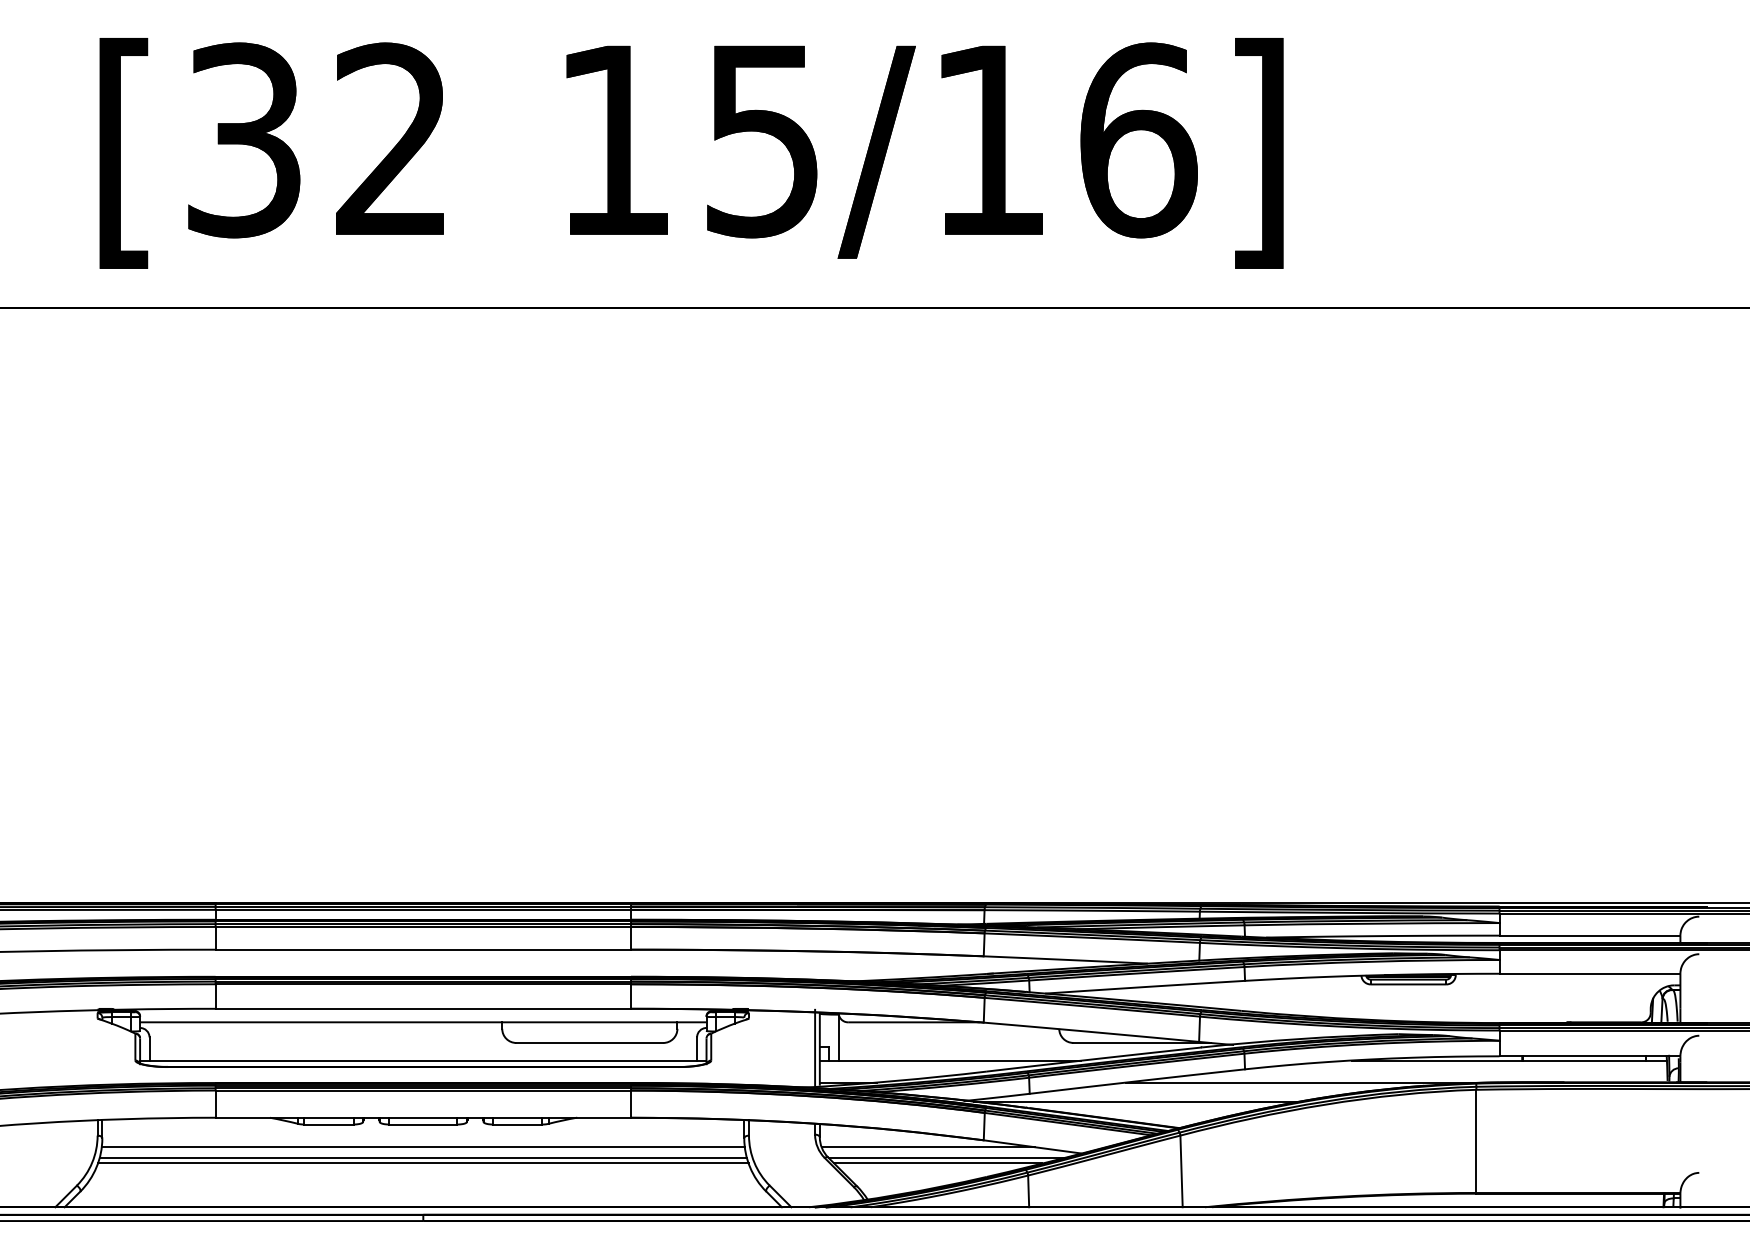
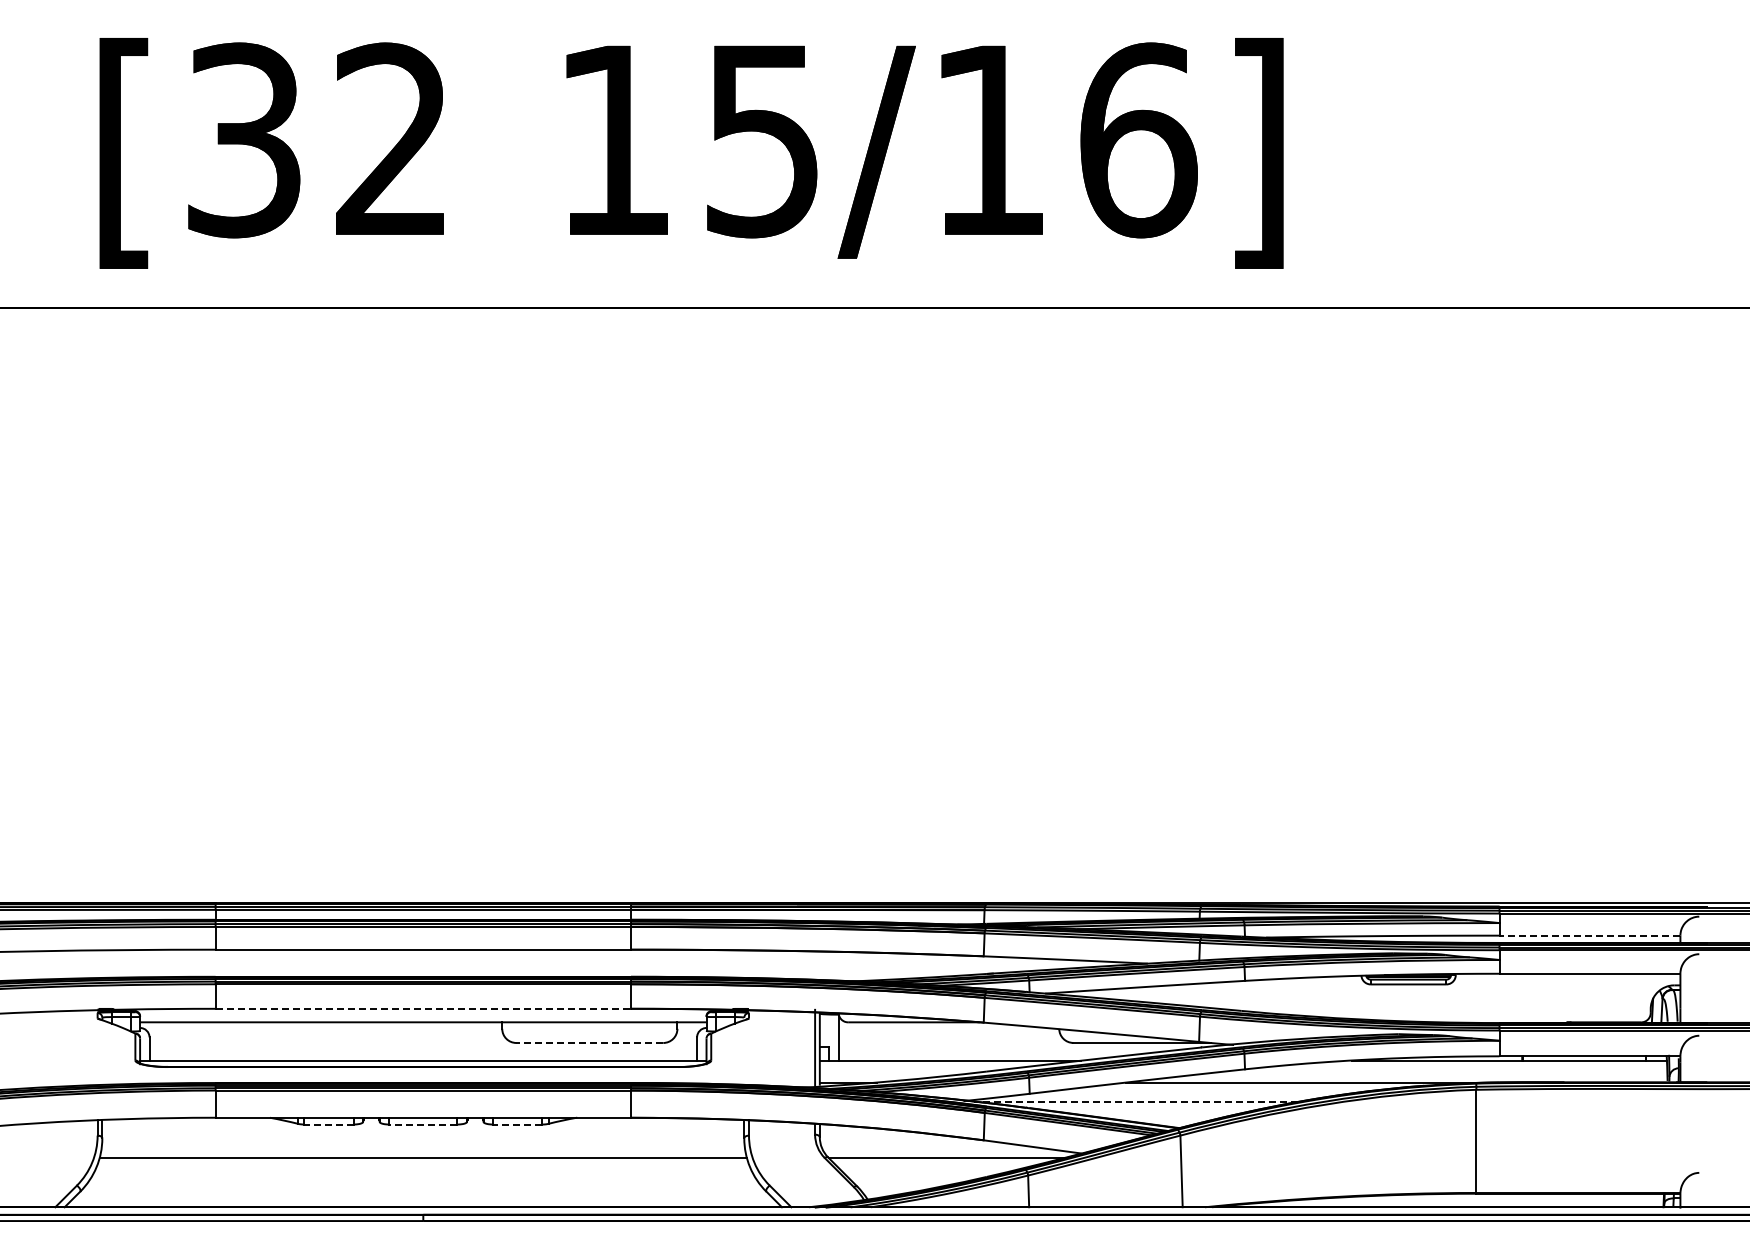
line at (1589, 935): solid -> dashed
line at (423, 1008): solid -> dashed
line at (589, 1042): solid -> dashed
line at (1136, 1101): solid -> dashed
line at (329, 1124): solid -> dashed
line at (422, 1124): solid -> dashed
line at (517, 1124): solid -> dashed
line at (422, 1147): present -> none
line at (927, 1147): present -> none
line at (423, 1163): present -> none
line at (938, 1163): present -> none
